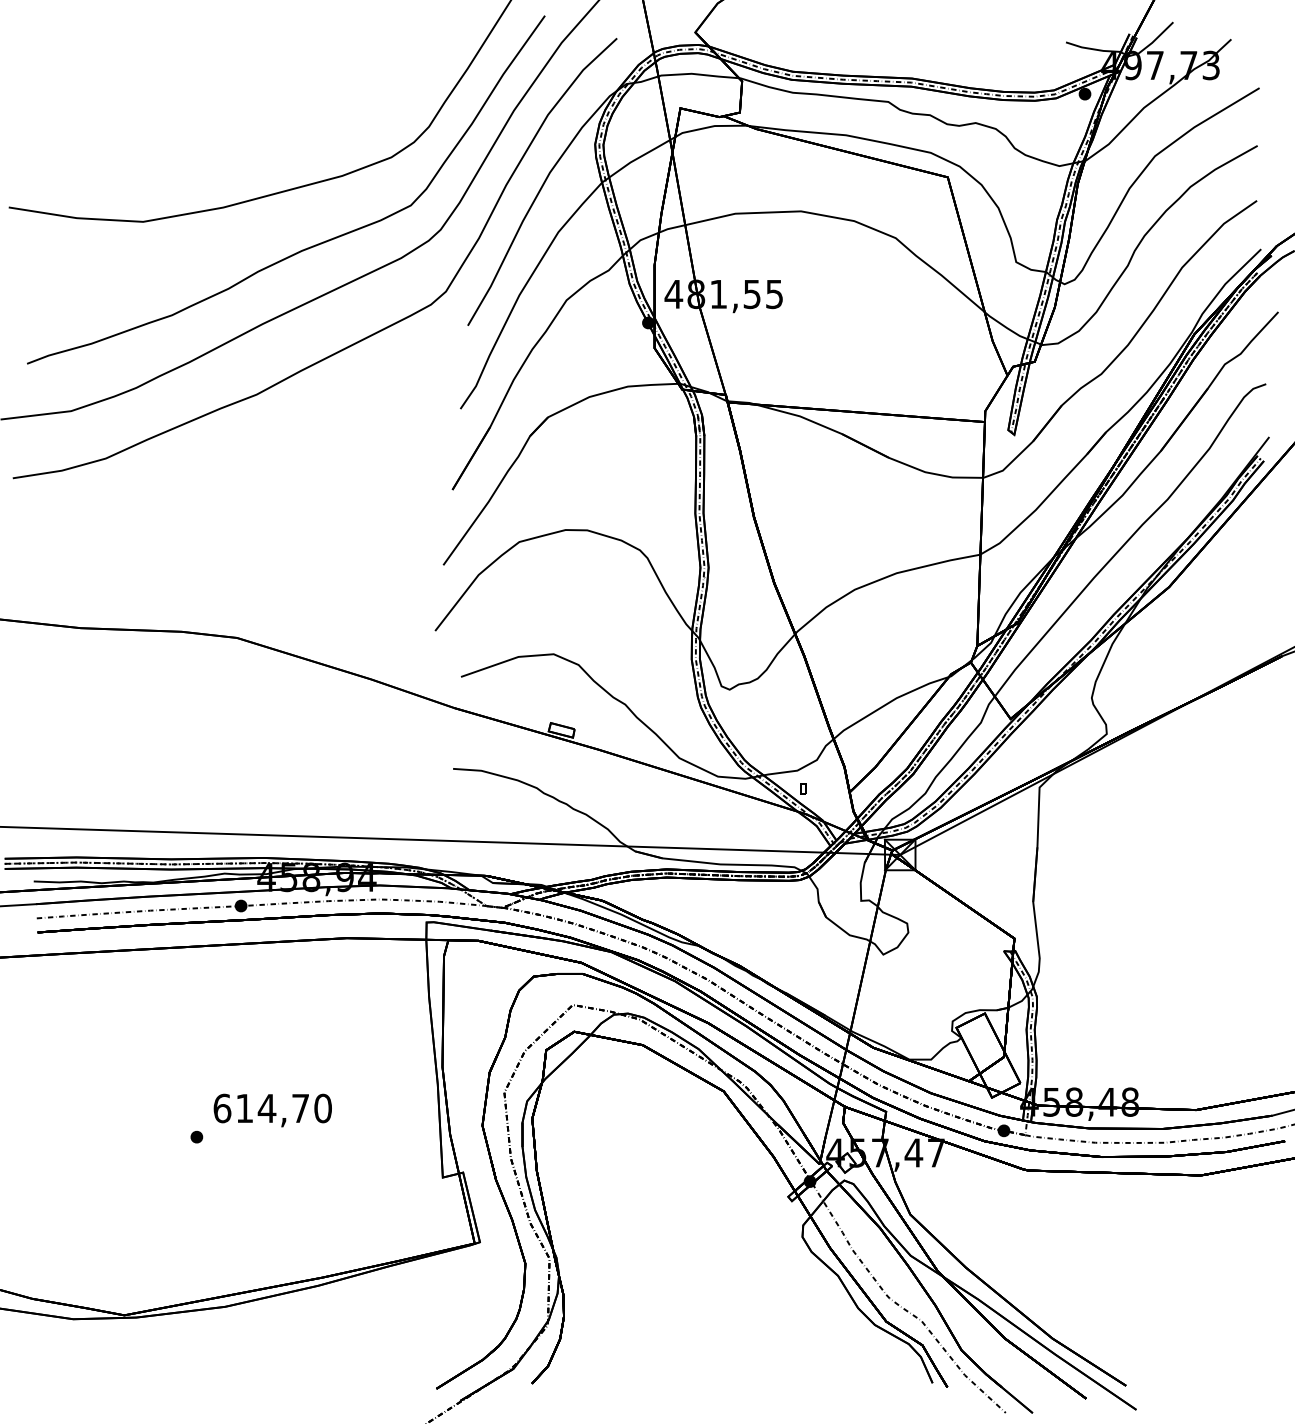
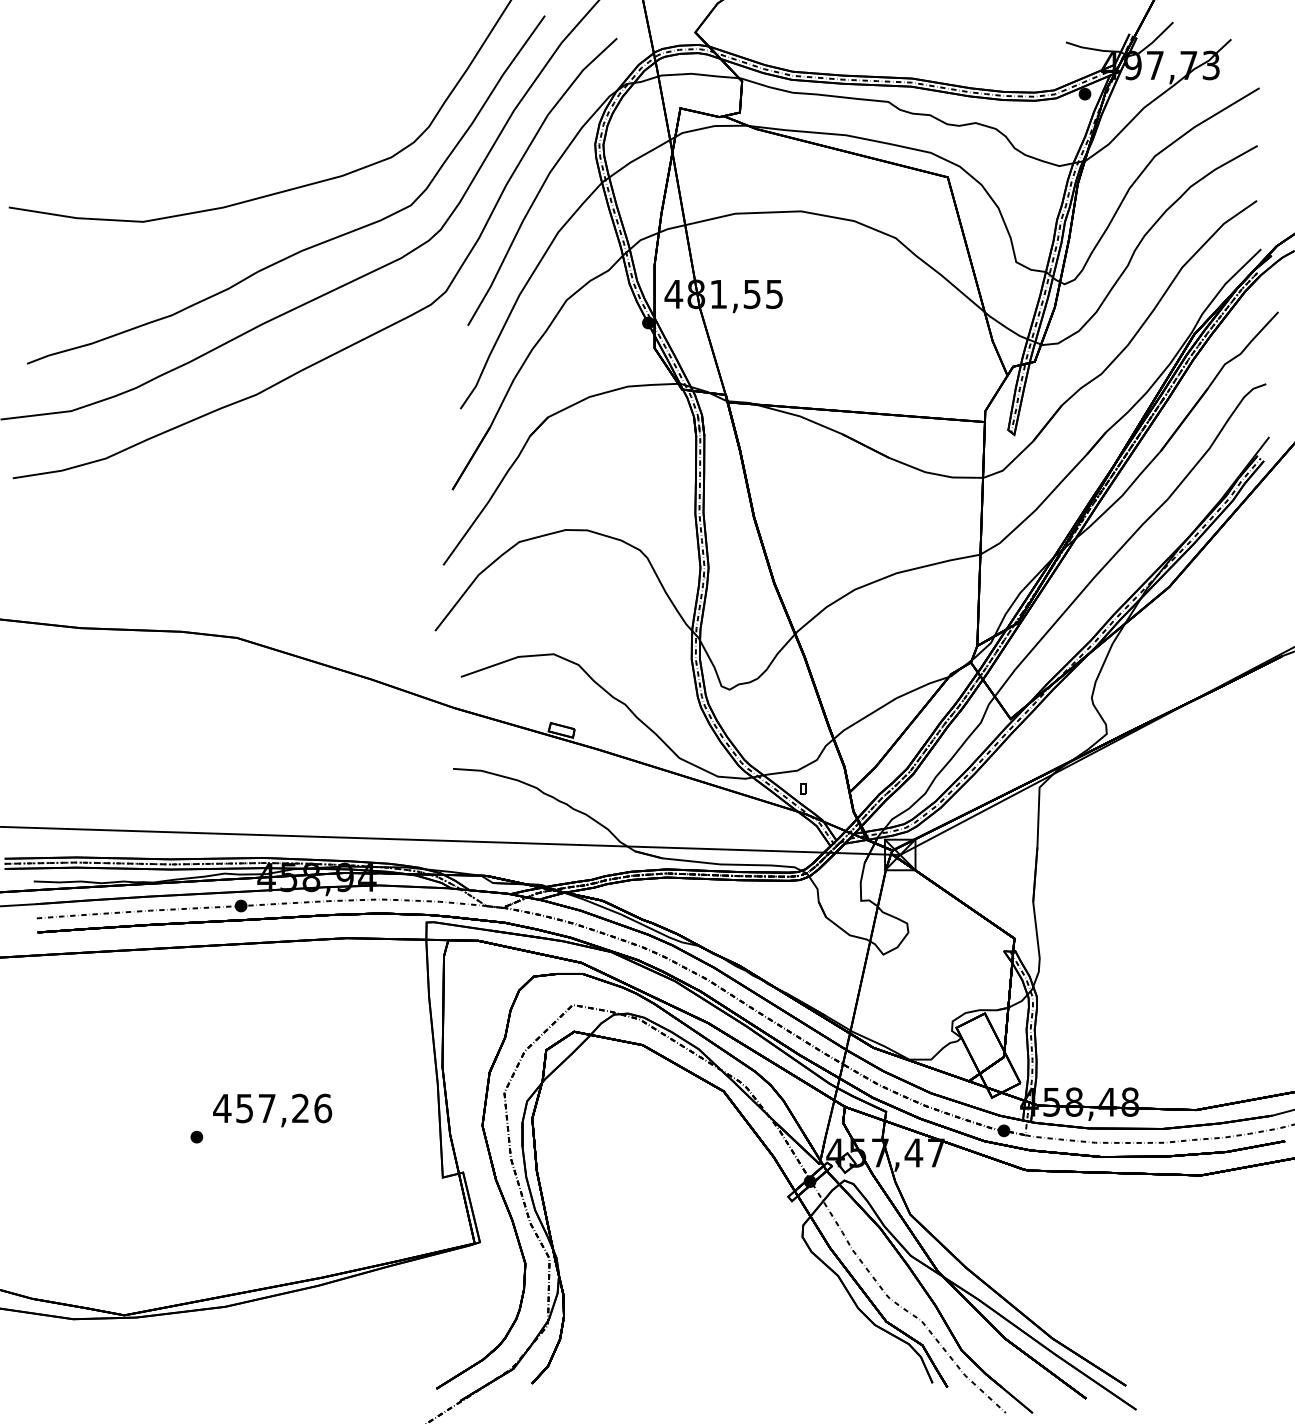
text at (272, 1108): 614,70 -> 457,26
